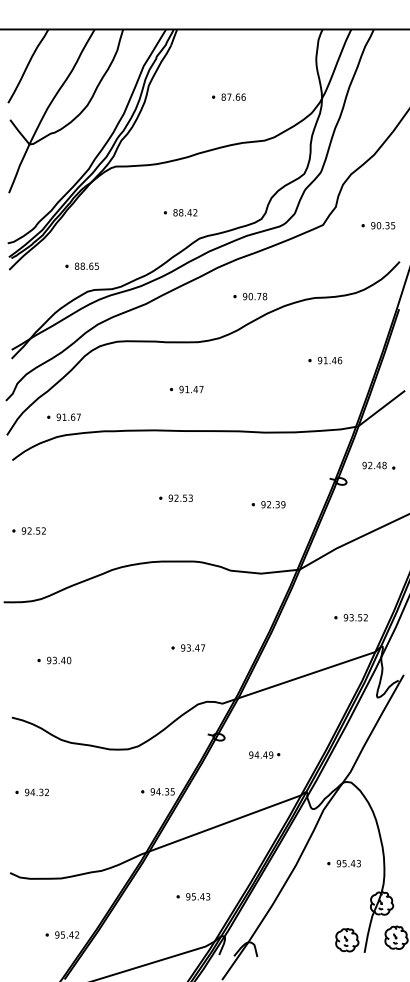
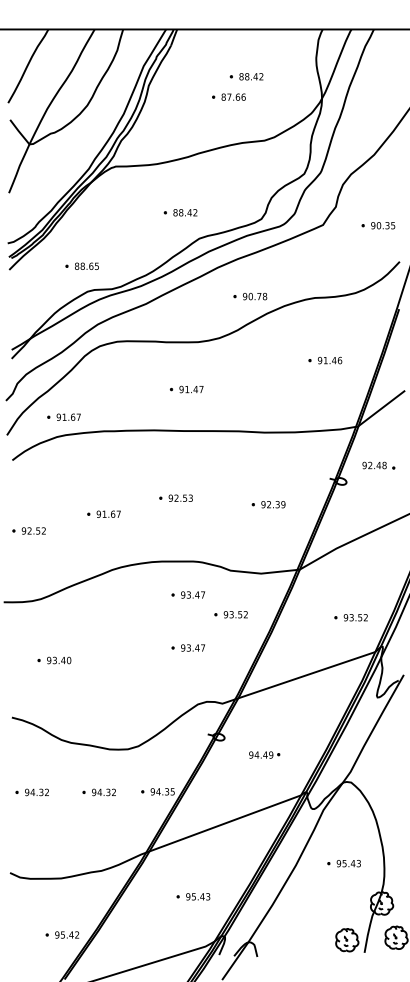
part at (246, 76): none -> present
part at (103, 513): none -> present
part at (188, 594): none -> present
part at (230, 614): none -> present
part at (98, 792): none -> present
